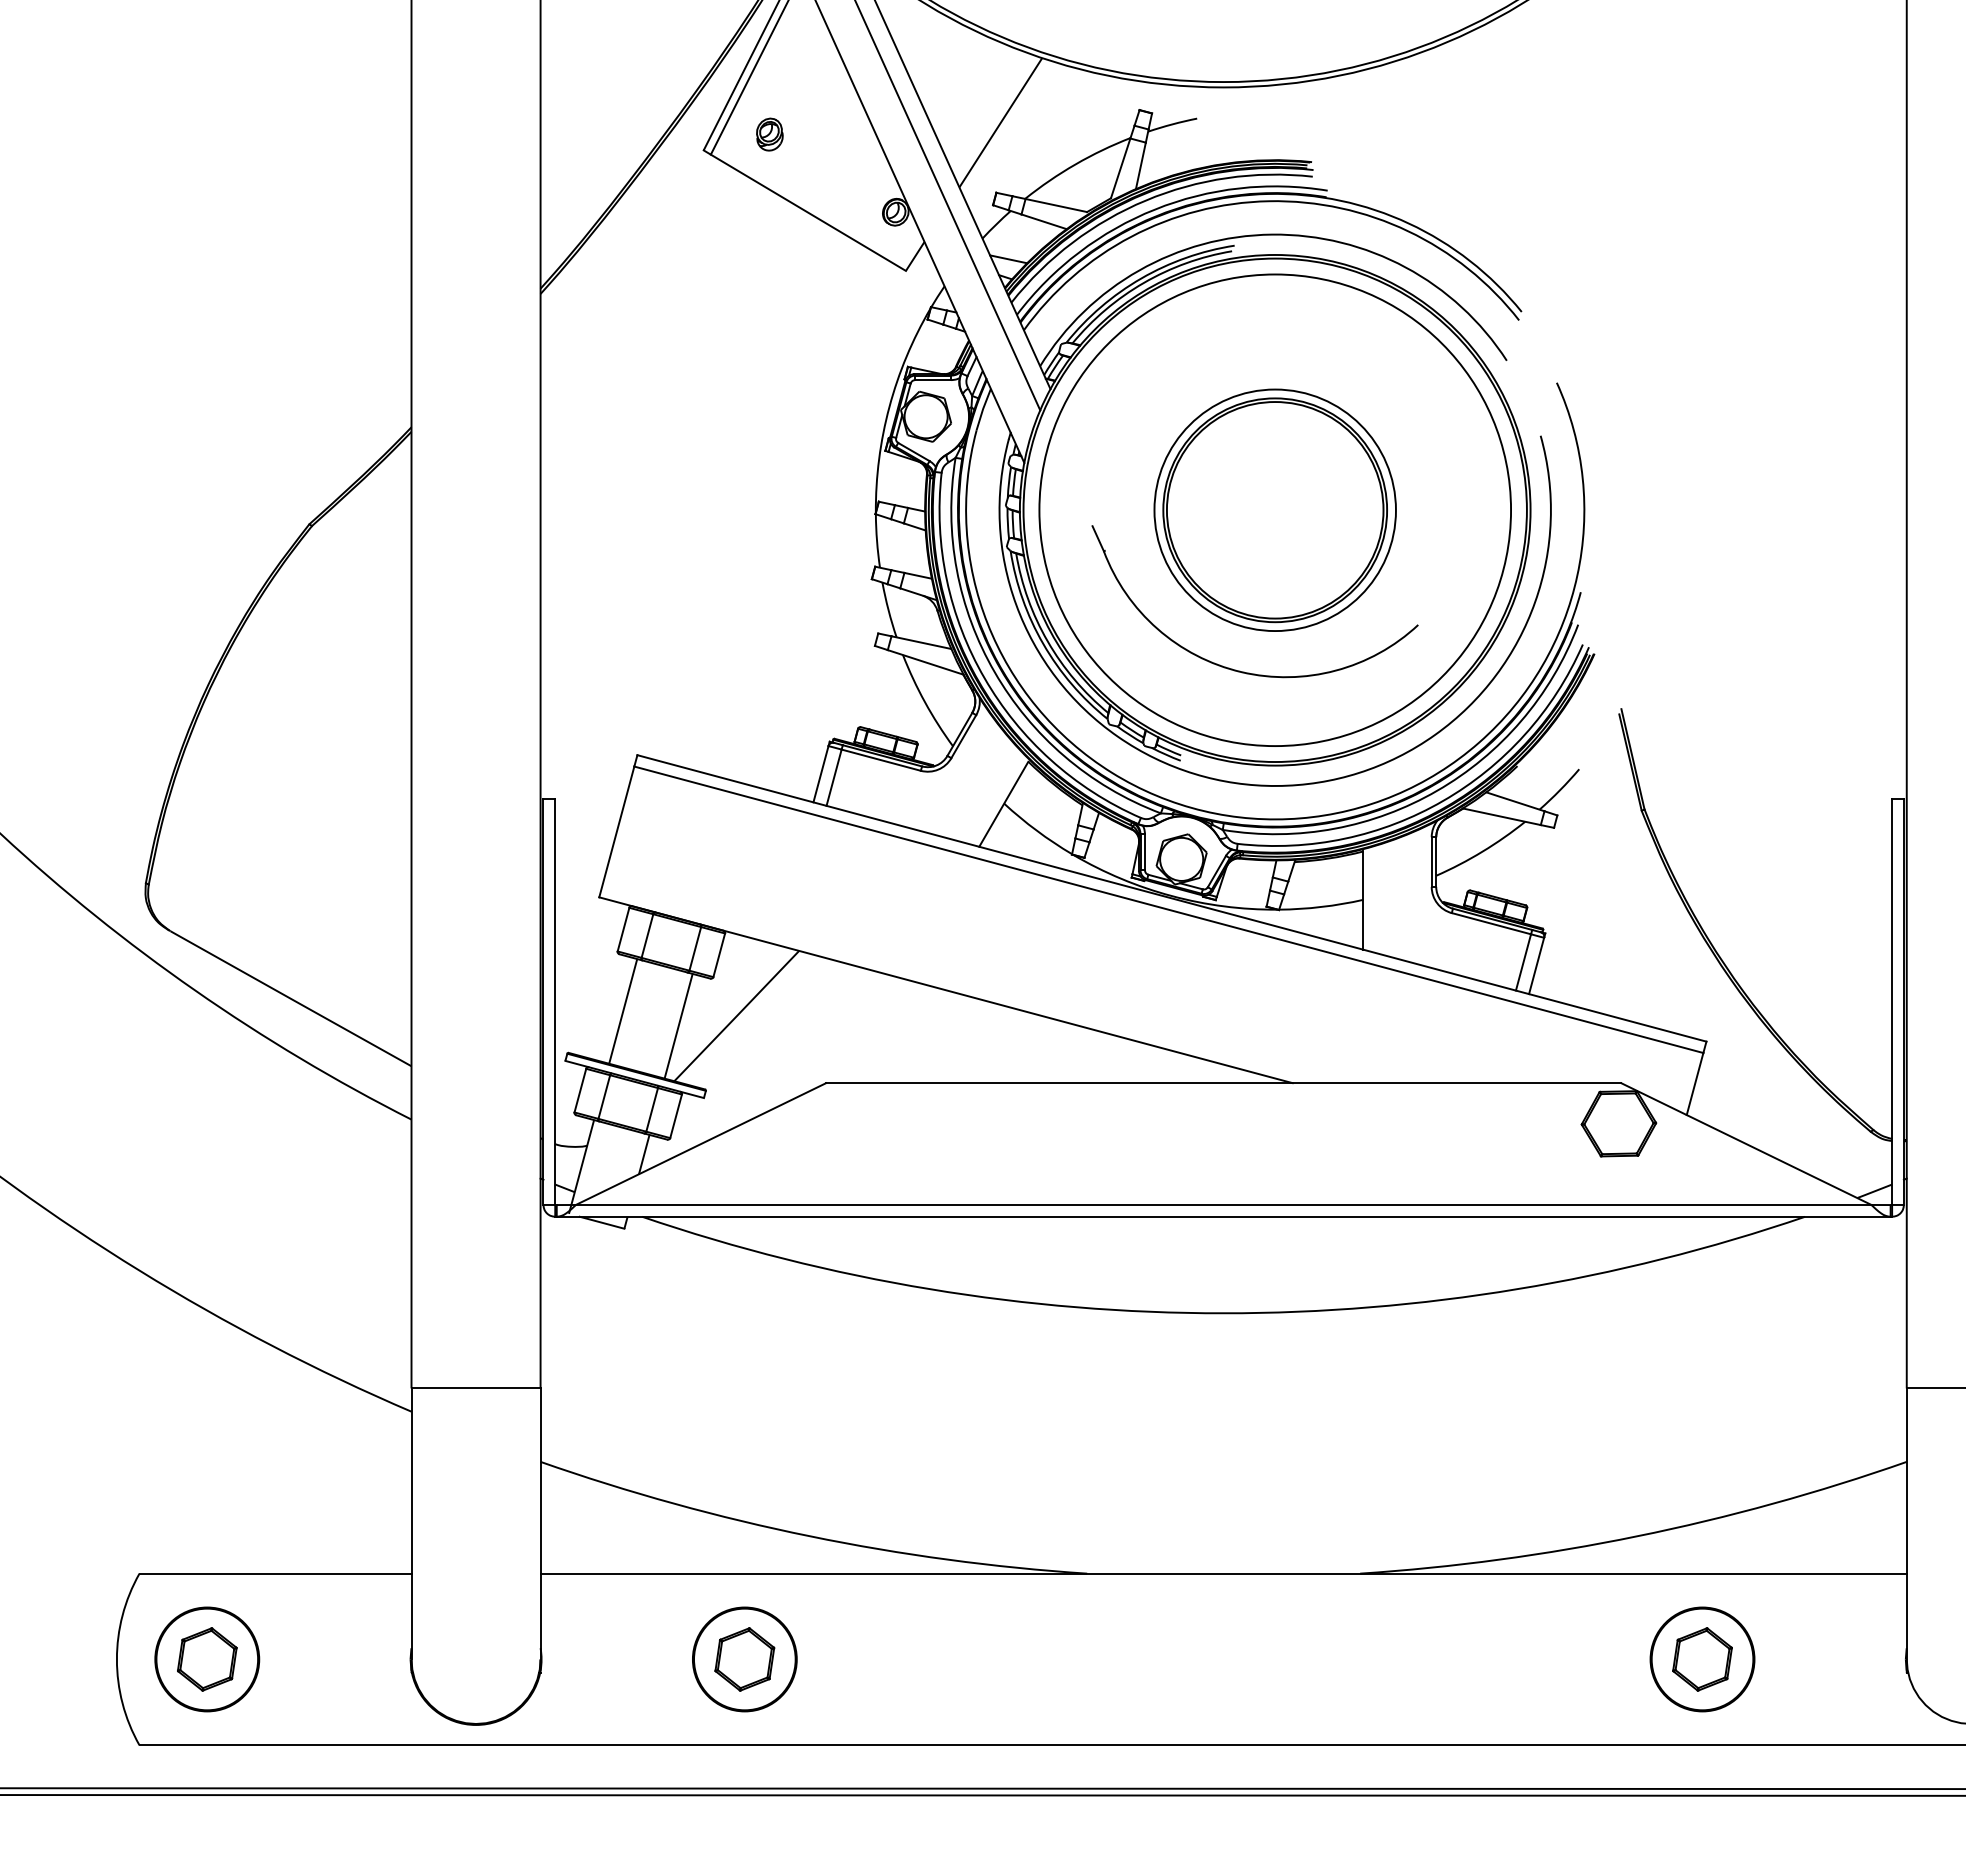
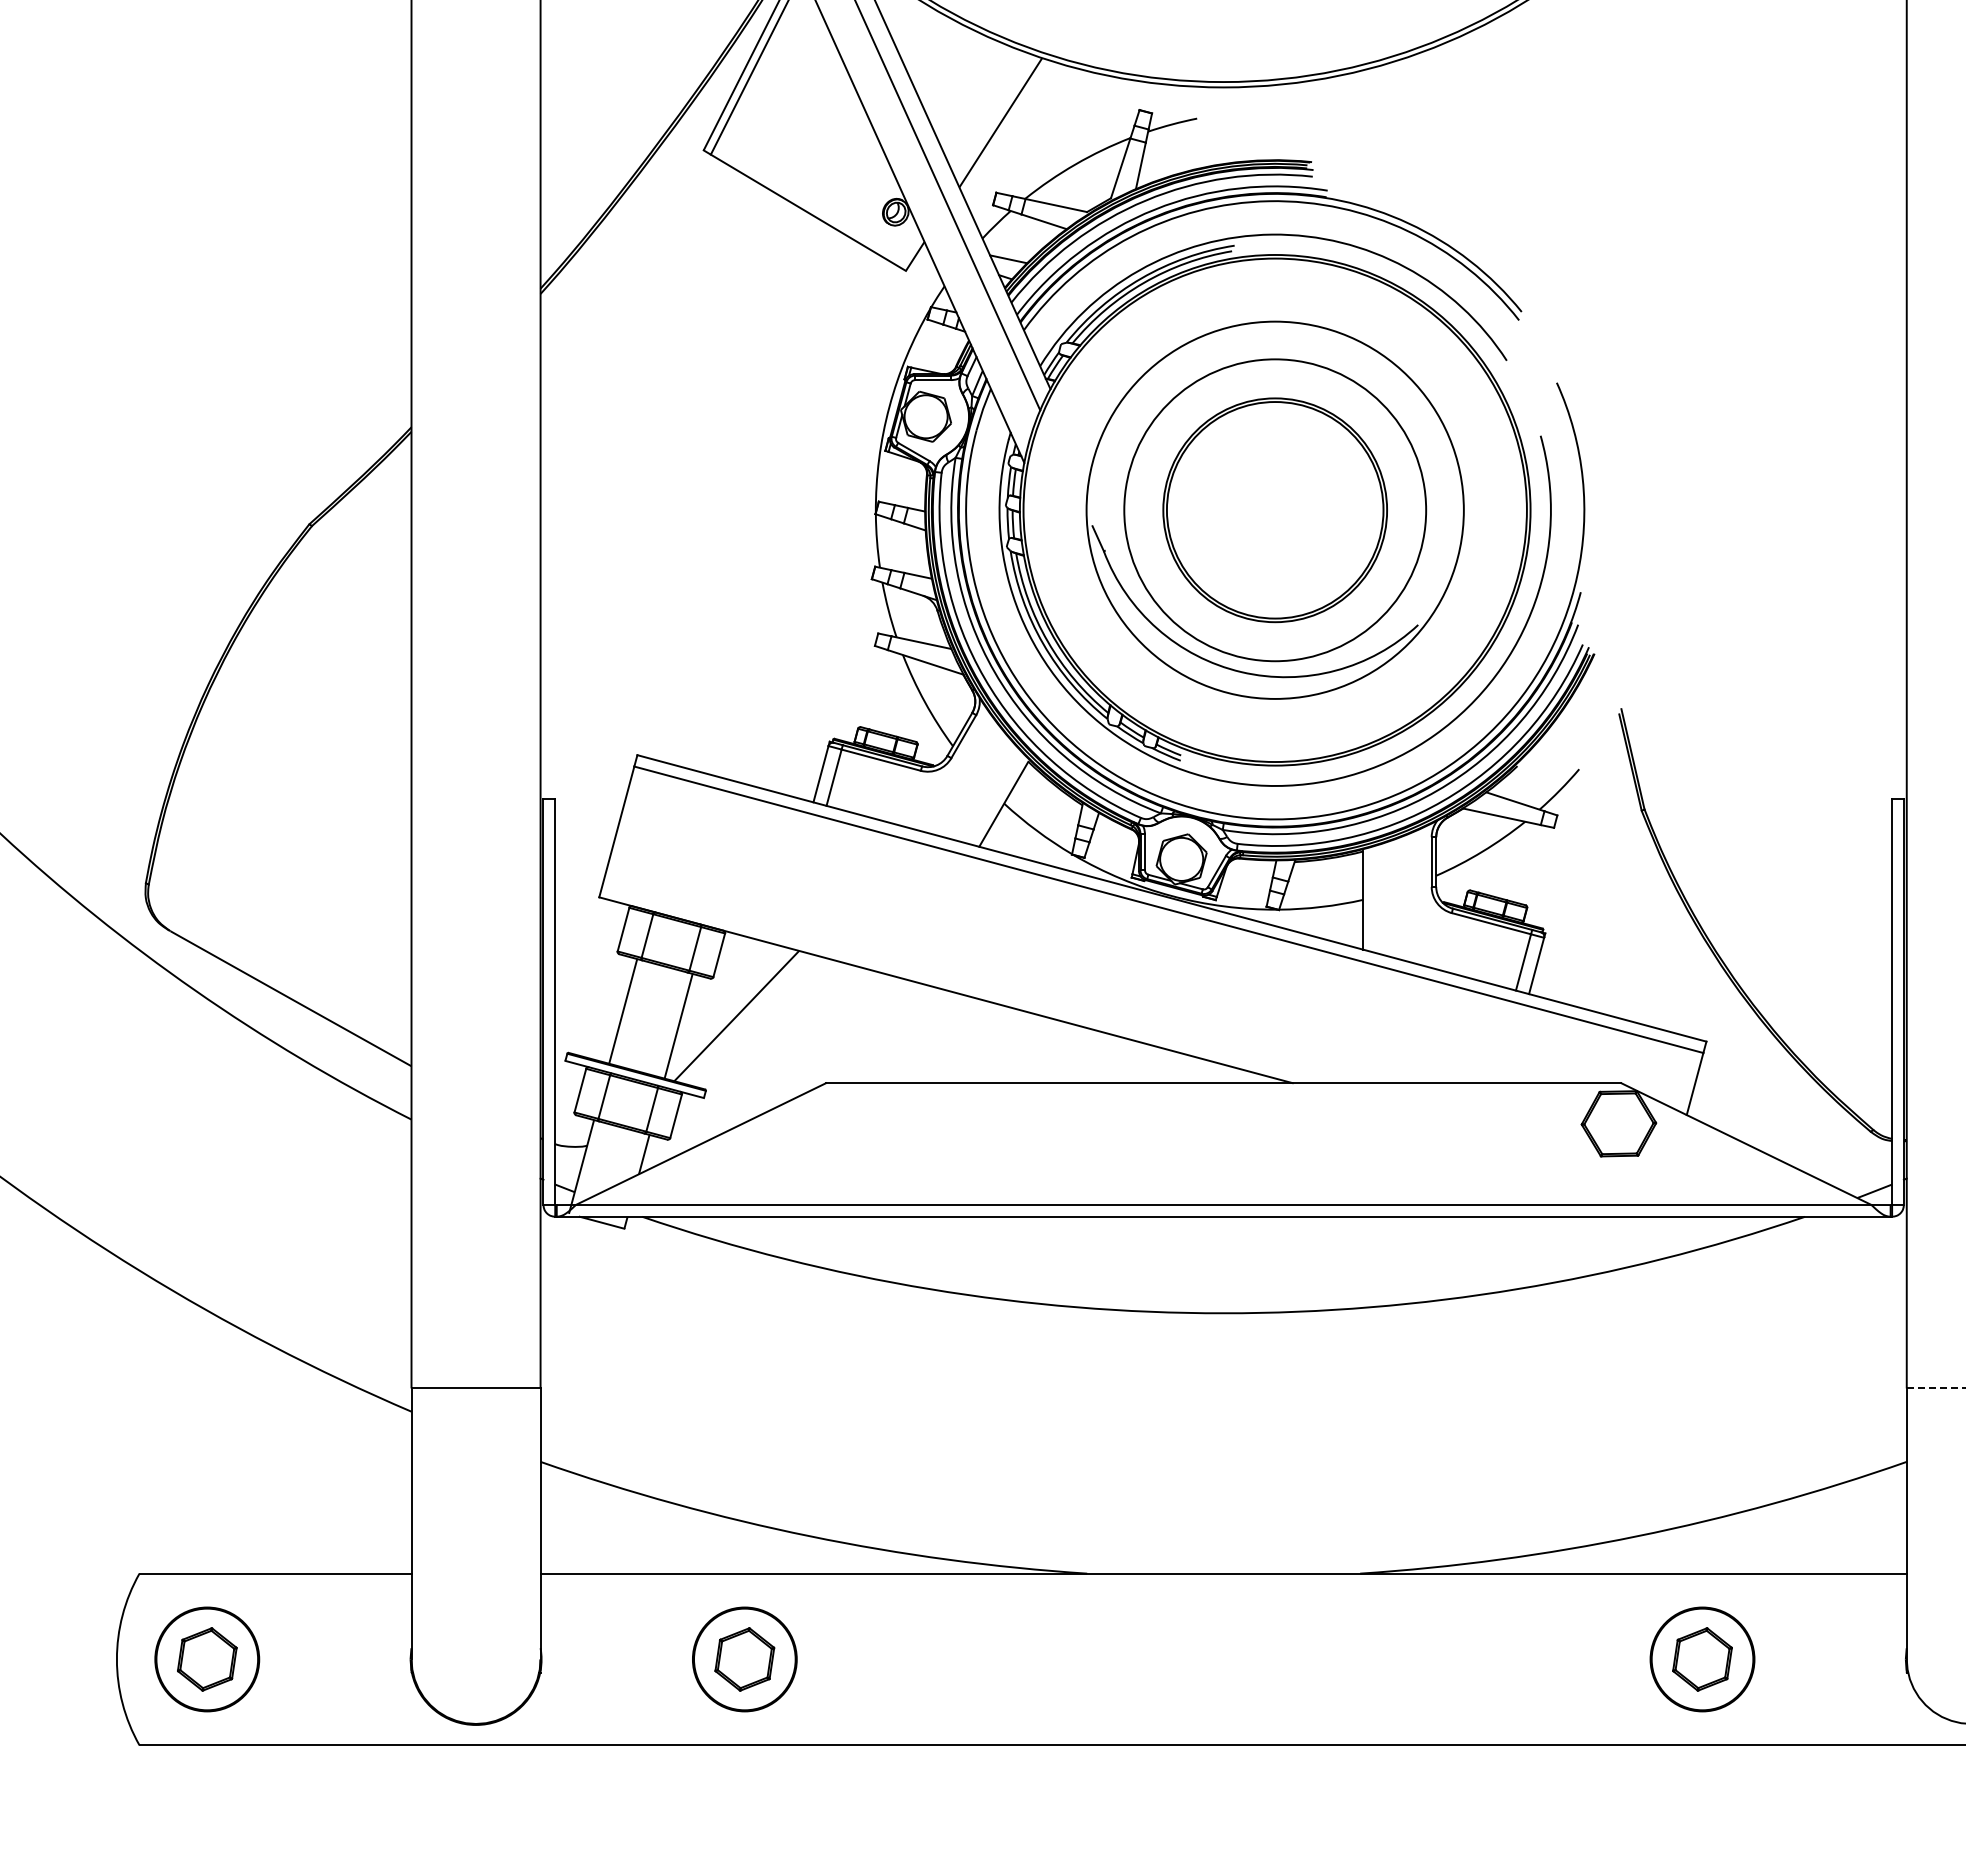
part at (769, 134): present -> none
circle at (1274, 510) diameter: 241 px -> 302 px
circle at (1275, 510) diameter: 472 px -> 377 px
line at (1936, 1388): solid -> dashed
line at (982, 1788): present -> none
line at (982, 1795): present -> none
